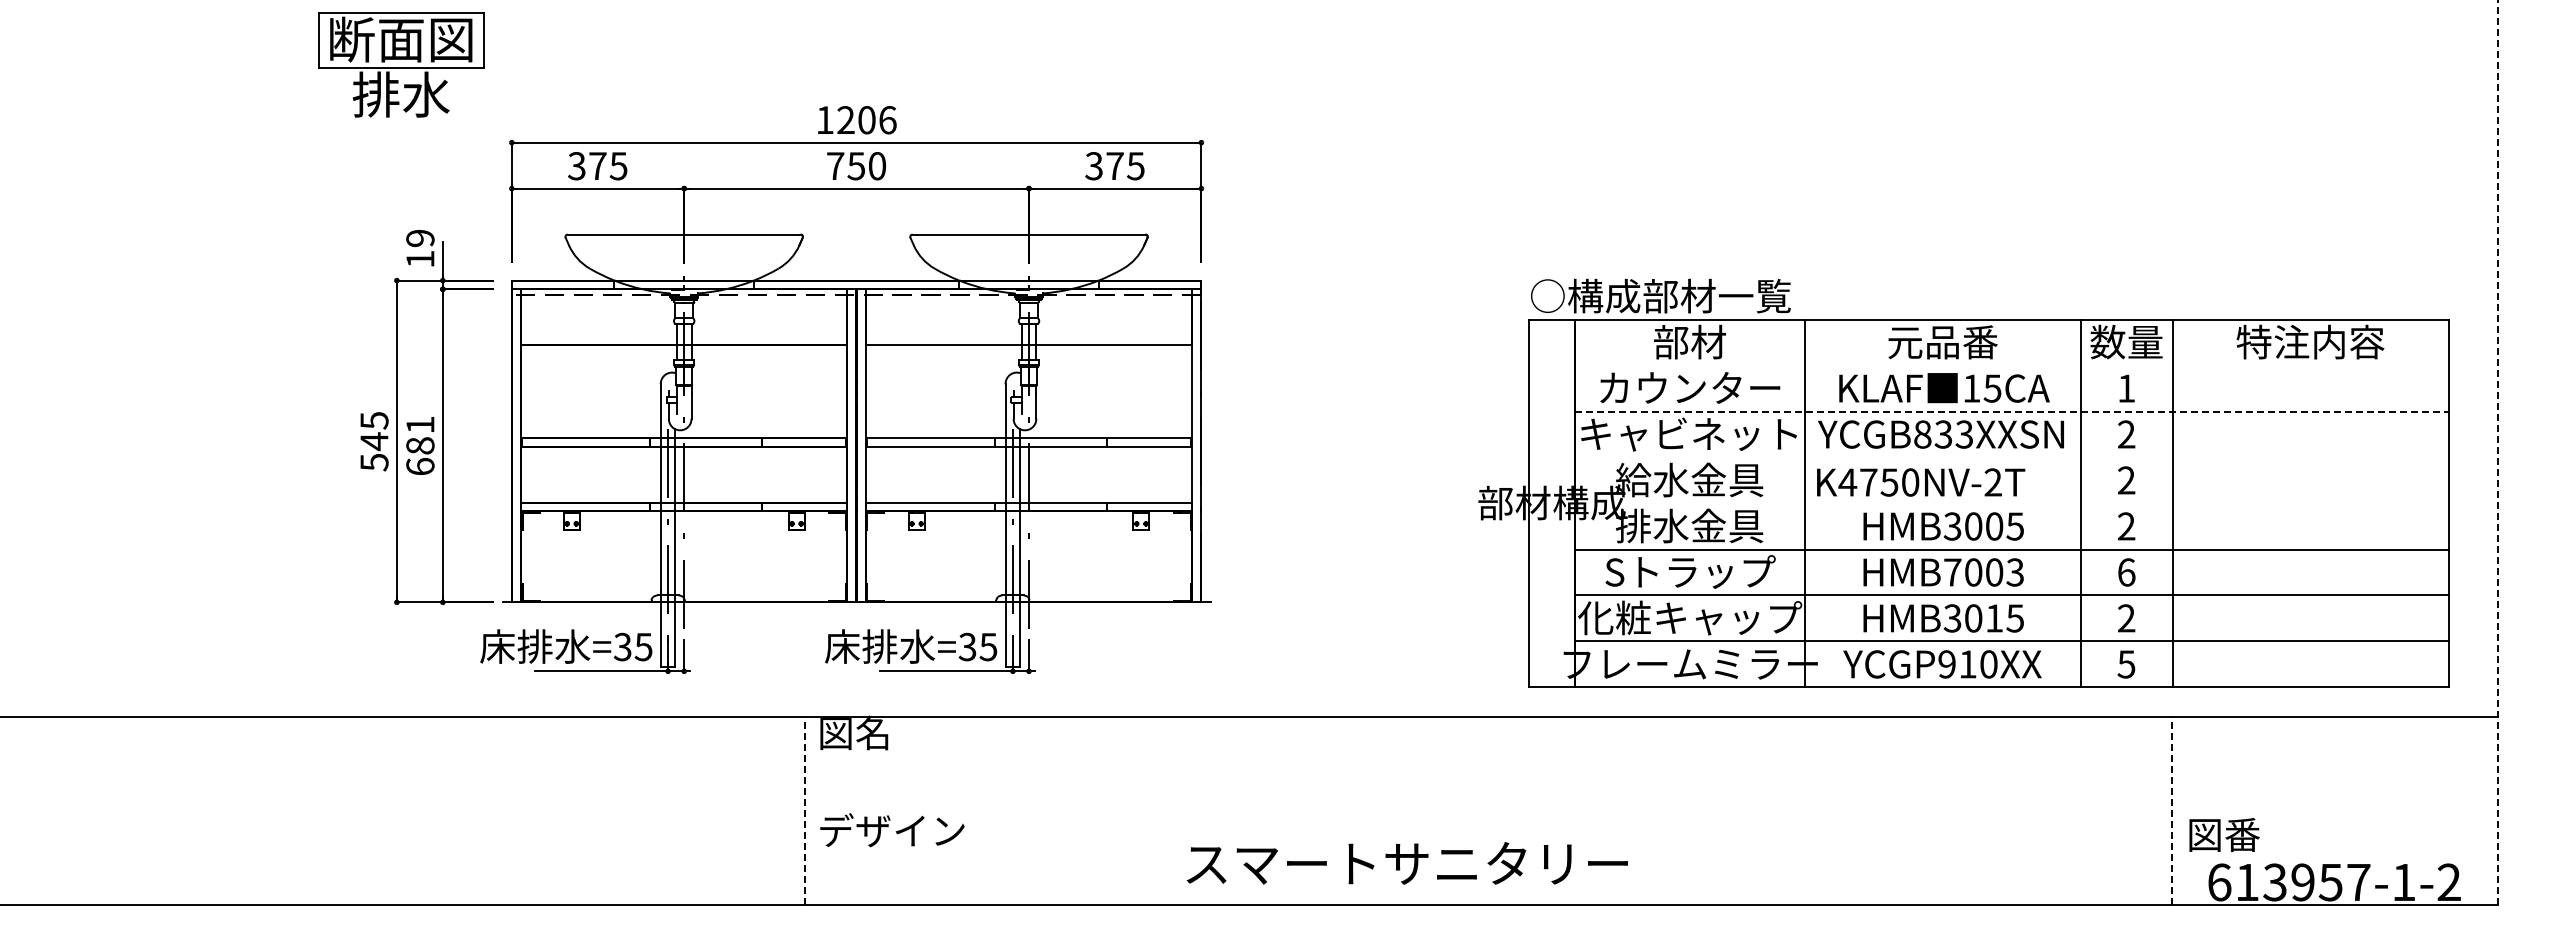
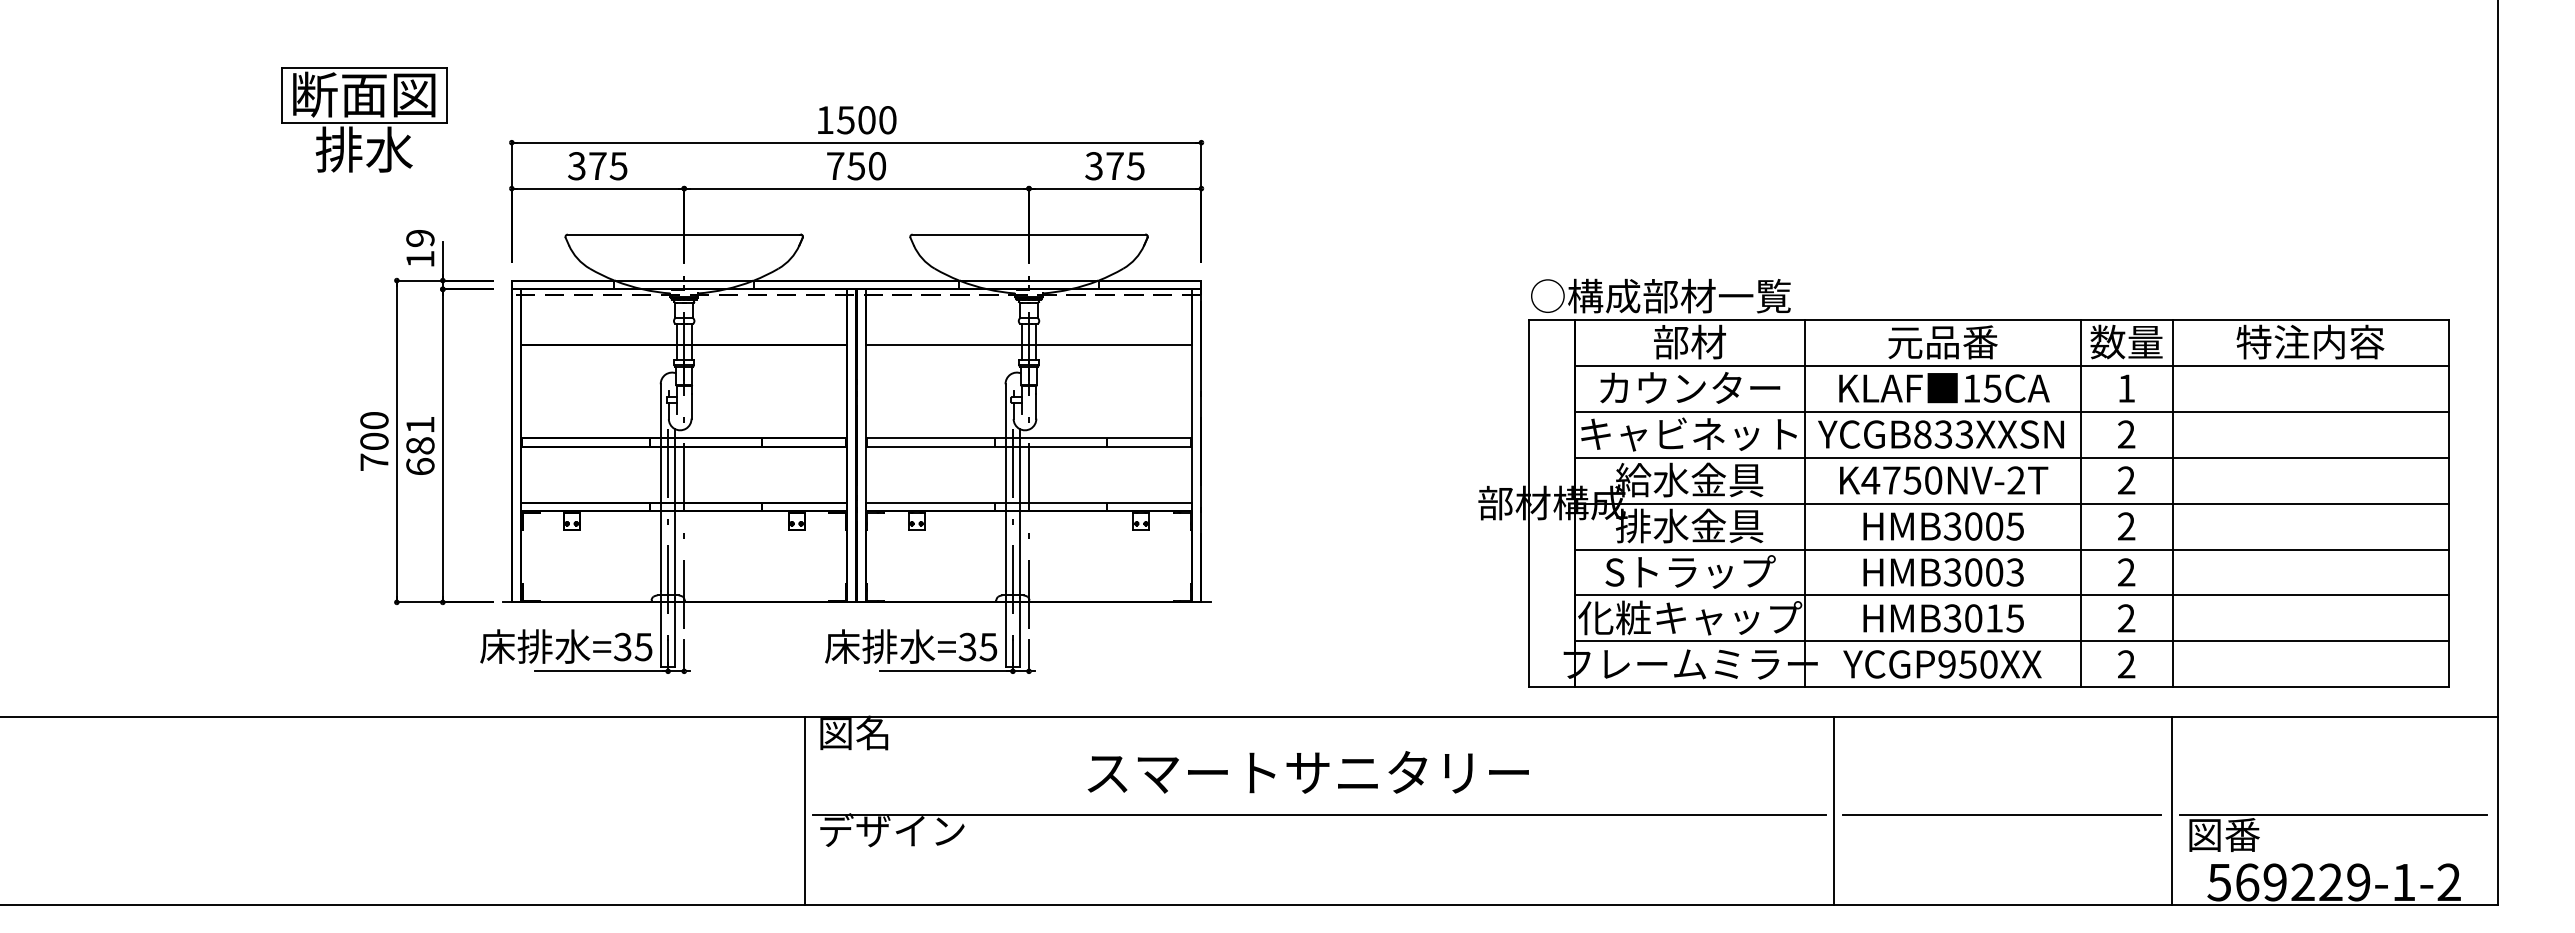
part at (401, 64) position: (401, 64) -> (364, 119)
text at (866, 120): 1206 -> 1500
line at (2011, 365): none -> present
line at (2011, 411): dashed -> solid
text at (374, 441): 545 -> 700
line at (2497, 452): dashed -> solid
line at (2011, 457): none -> present
text at (1921, 482) position: (1921, 482) -> (1944, 480)
line at (2011, 503): none -> present
text at (1952, 572): HMB7003 -> HMB3003
text at (2126, 572): 6 -> 2
text at (1967, 664): YCGP910XX -> YCGP950XX
text at (2126, 664): 5 -> 2
line at (1834, 810): none -> present
line at (805, 811): dashed -> solid
line at (2171, 811): dashed -> solid
line at (1319, 815): none -> present
line at (2001, 815): none -> present
line at (2333, 815): none -> present
text at (1406, 863) position: (1406, 863) -> (1307, 772)
text at (2288, 882): 613957-1-2 -> 569229-1-2
